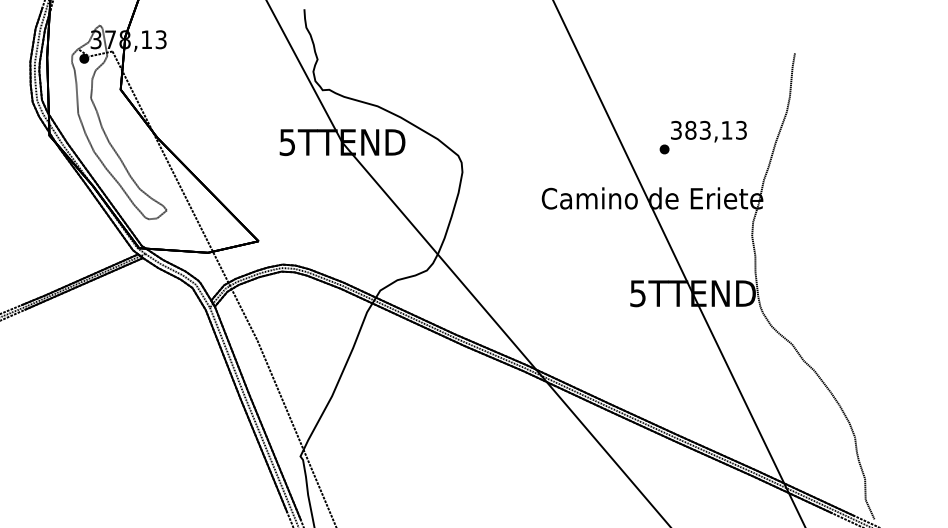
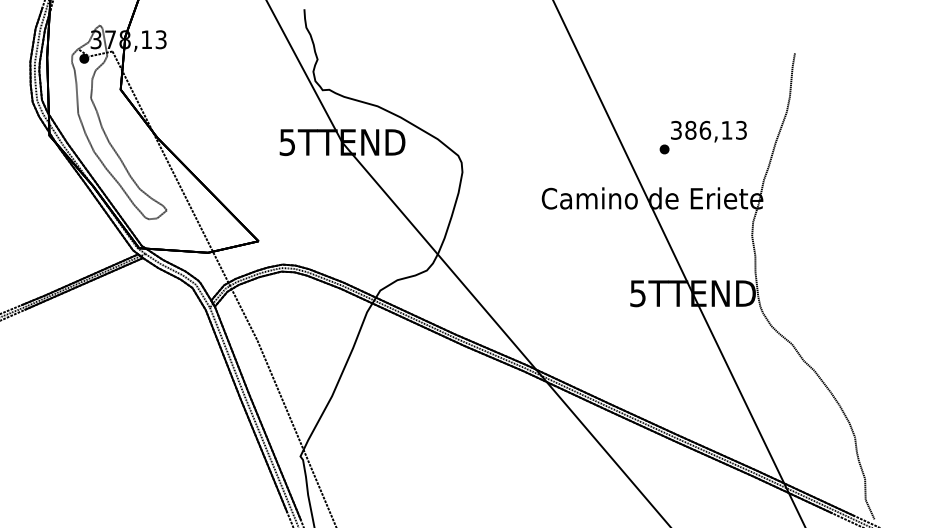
text at (705, 129): 383,13 -> 386,13
